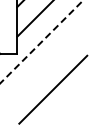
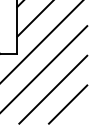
line at (42, 41): dashed -> solid
line at (44, 68): none -> present
line at (67, 104): none -> present
